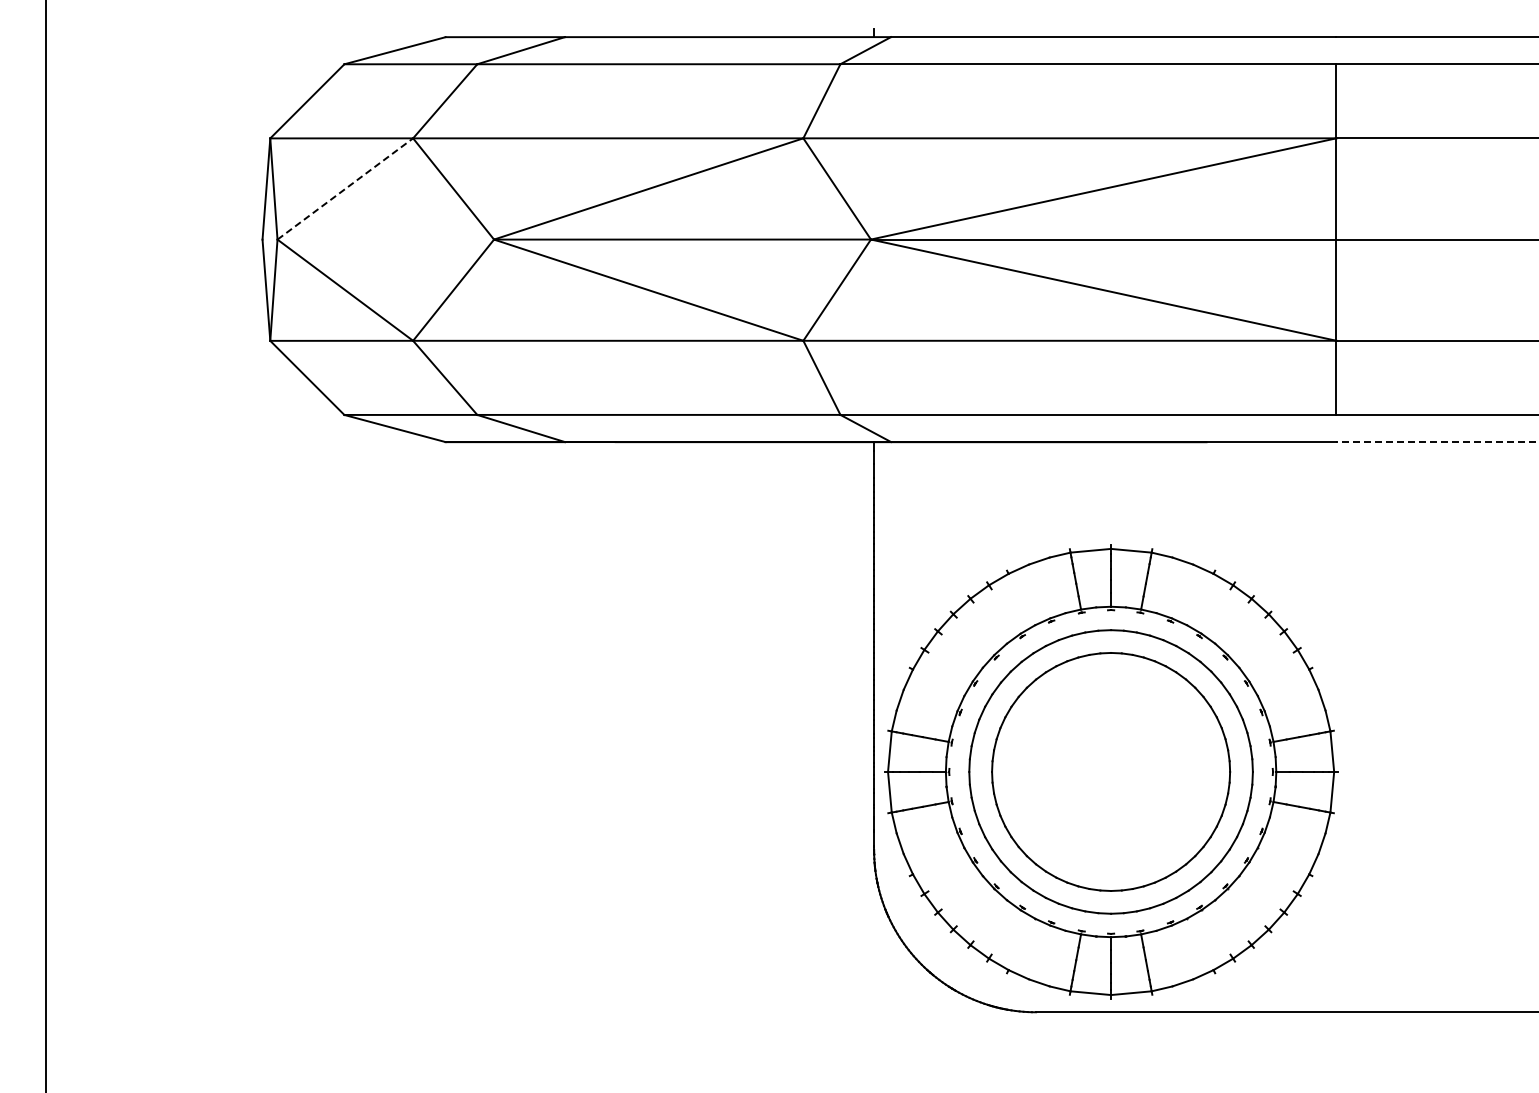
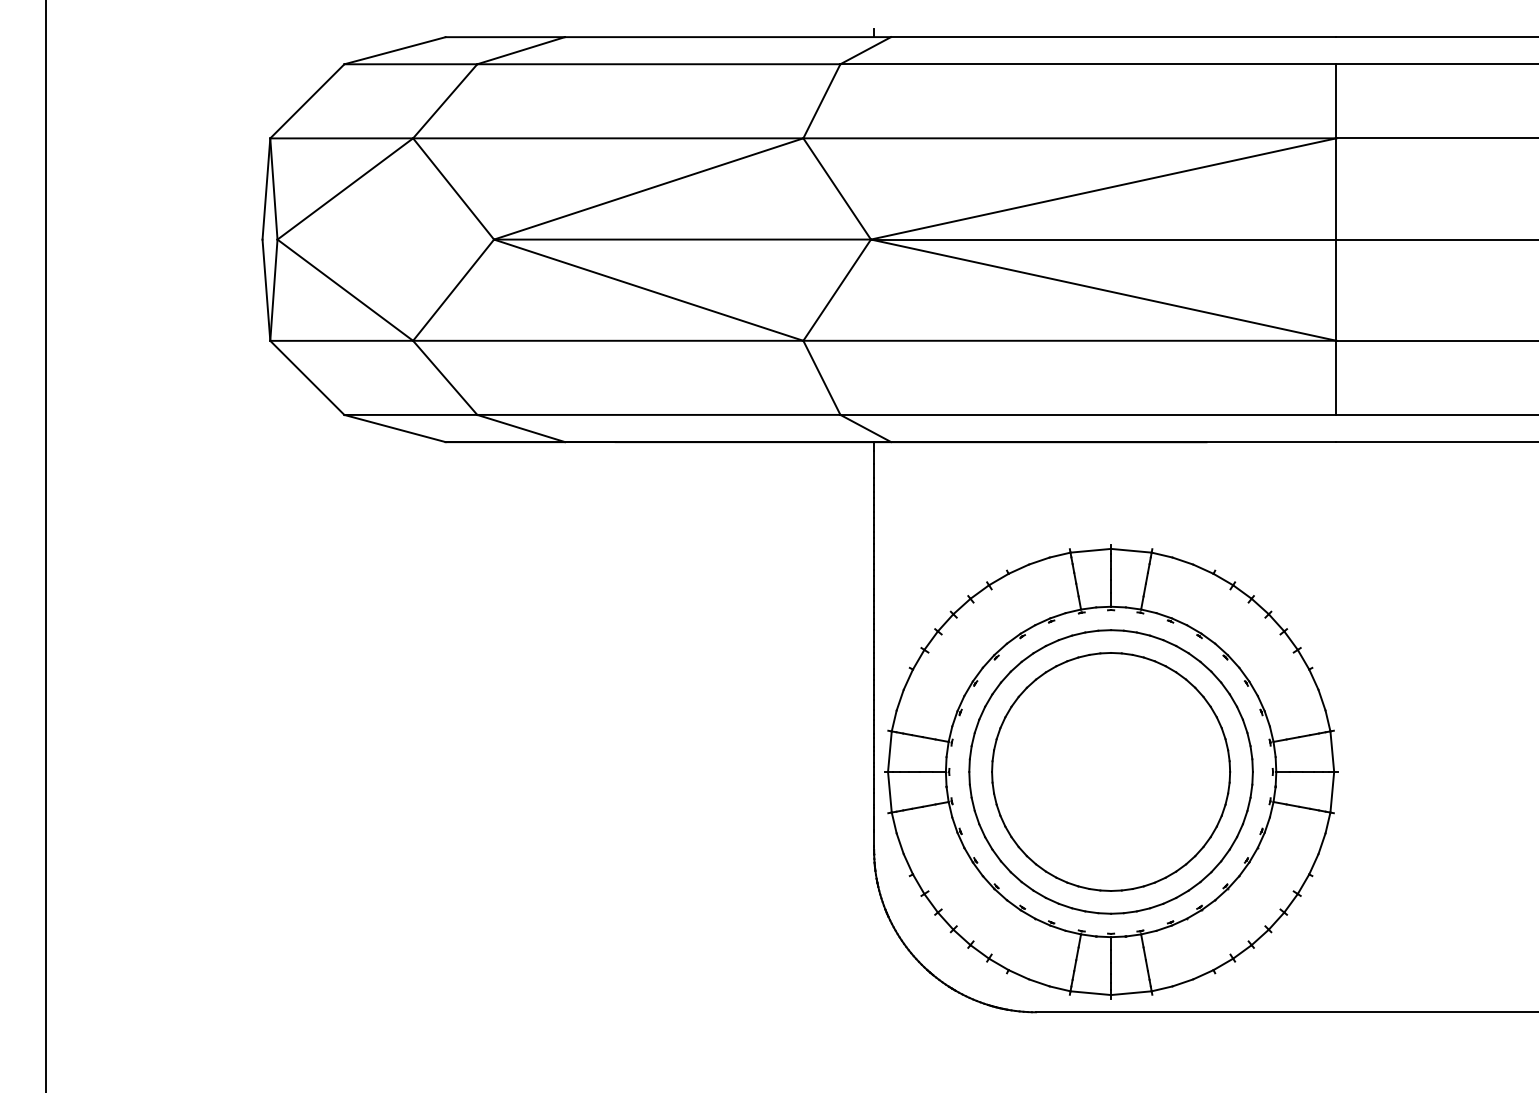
line at (345, 188): dashed -> solid
line at (1437, 442): dashed -> solid
